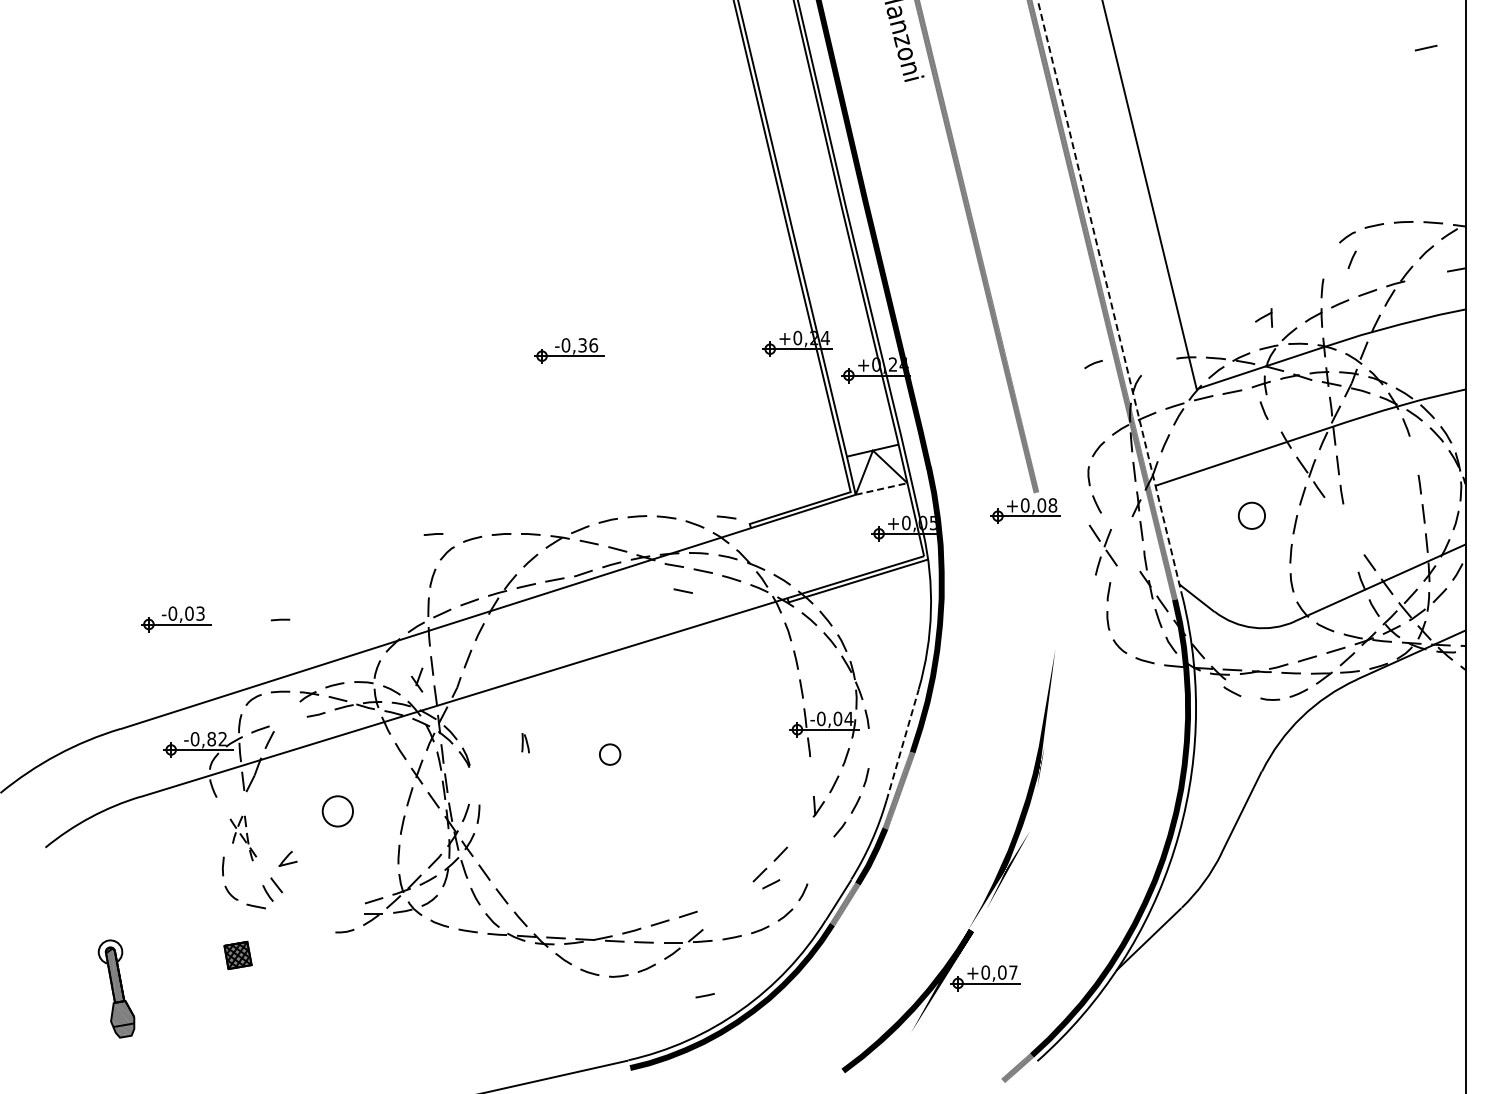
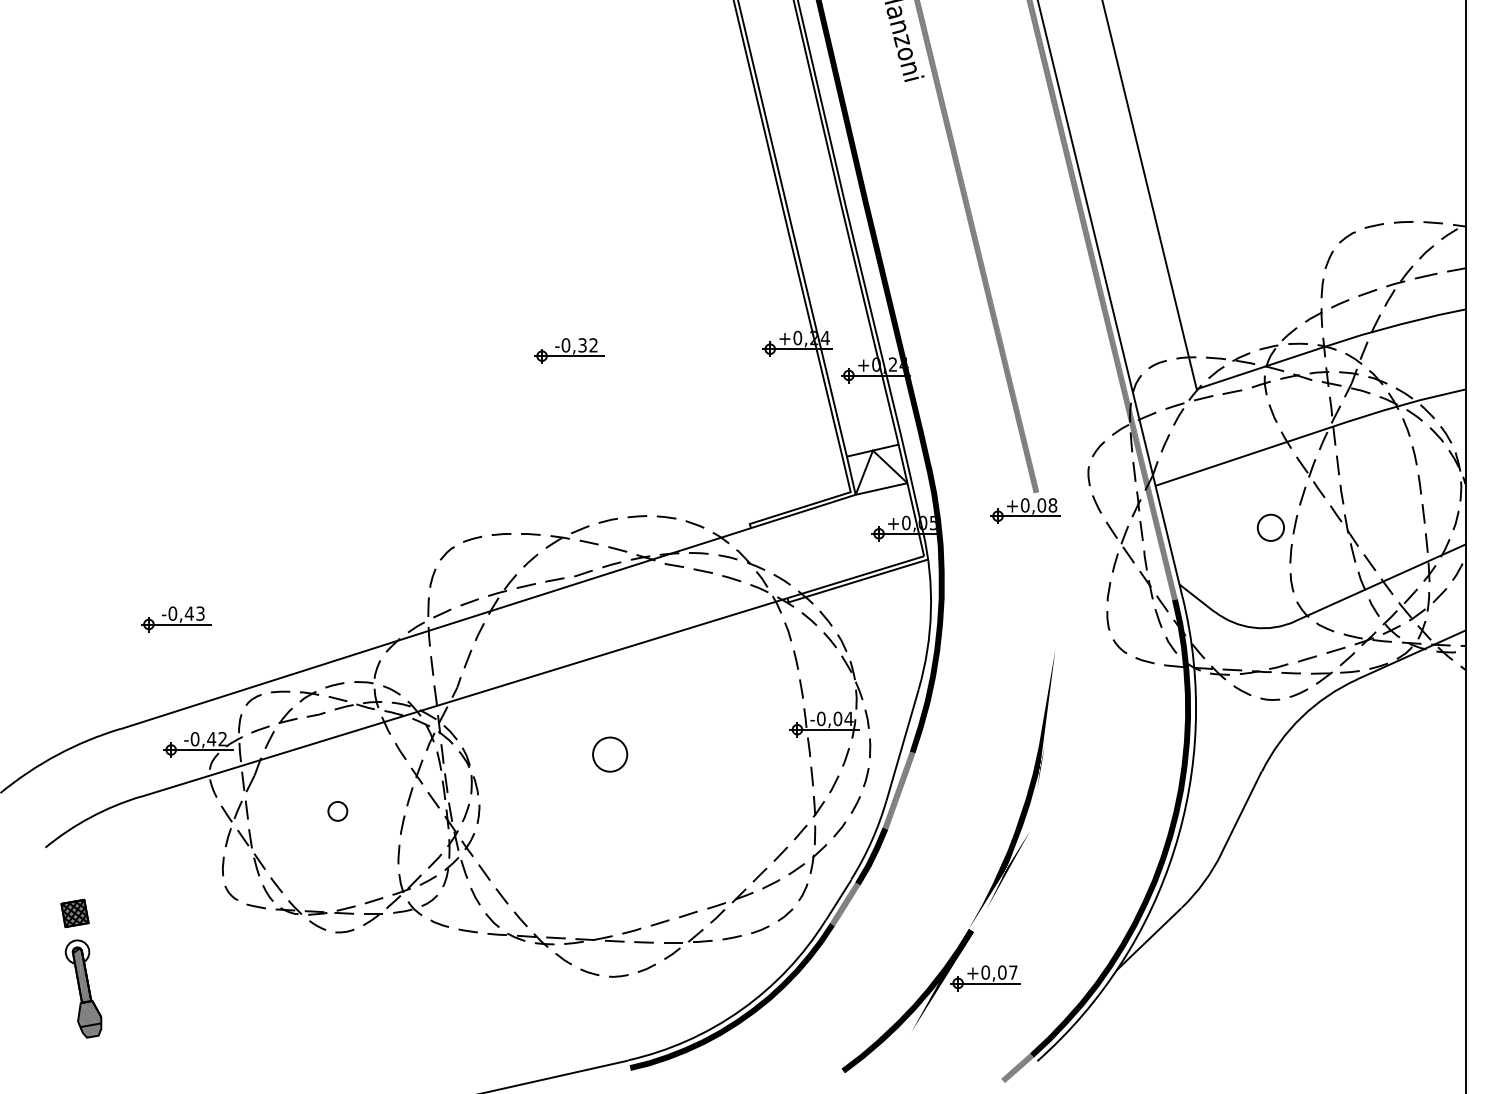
line at (1425, 47) position: (1425, 47) -> (1425, 275)
line at (1351, 259) position: (1351, 259) -> (1328, 259)
line at (1110, 298): dashed -> solid
part at (1264, 317): present -> none
text at (593, 345): -0,36 -> -0,32
line at (1093, 364) position: (1093, 364) -> (1157, 364)
line at (1263, 410) position: (1263, 410) -> (1272, 413)
line at (1414, 455): none -> present
line at (881, 489): dashed -> solid
circle at (1251, 515) position: (1251, 515) -> (1270, 527)
line at (726, 517): present -> none
part at (1344, 533): none -> present
line at (433, 534): present -> none
part at (1102, 549) position: (1102, 549) -> (1119, 546)
line at (682, 590): present -> none
text at (188, 613): -0,03 -> -0,43
line at (280, 619): present -> none
part at (416, 679): present -> none
line at (1232, 691) position: (1232, 691) -> (1242, 690)
text at (211, 739): -0,82 -> -0,42
part at (525, 743) position: (525, 743) -> (474, 785)
line at (902, 745): dashed -> solid
line at (870, 748): none -> present
circle at (609, 754) diameter: 21 px -> 34 px
line at (811, 776): none -> present
circle at (337, 811) diameter: 30 px -> 19 px
part at (243, 838) size: 29x47 px -> 45x77 px
part at (813, 854): none -> present
part at (287, 858) position: (287, 858) -> (287, 715)
part at (730, 905): none -> present
part at (315, 915): none -> present
part at (237, 954) position: (237, 954) -> (74, 912)
part at (116, 988) position: (116, 988) -> (83, 988)
line at (704, 995): present -> none
